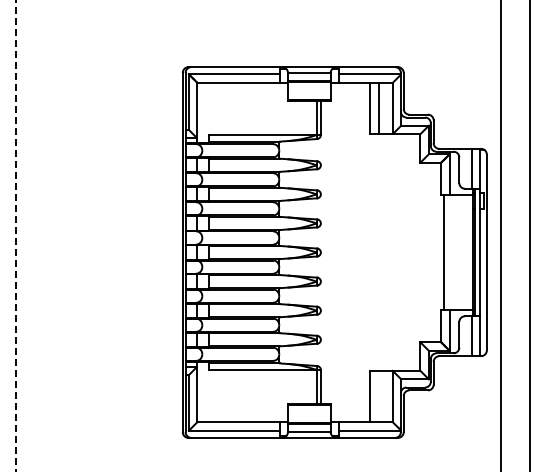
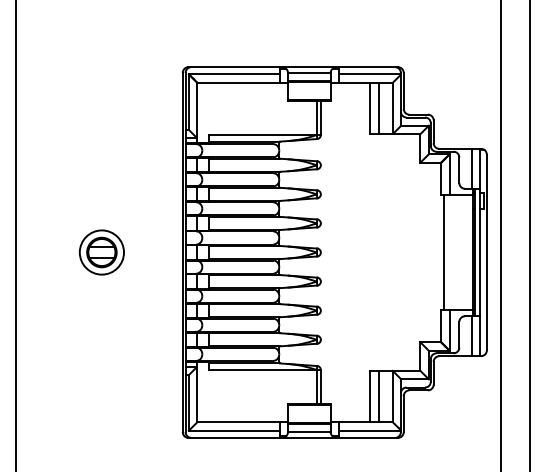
line at (16, 235): dashed -> solid
part at (101, 252): none -> present
line at (378, 396): none -> present
